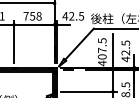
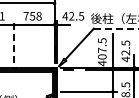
line at (116, 28): solid -> dashed
line at (14, 41): solid -> dashed
